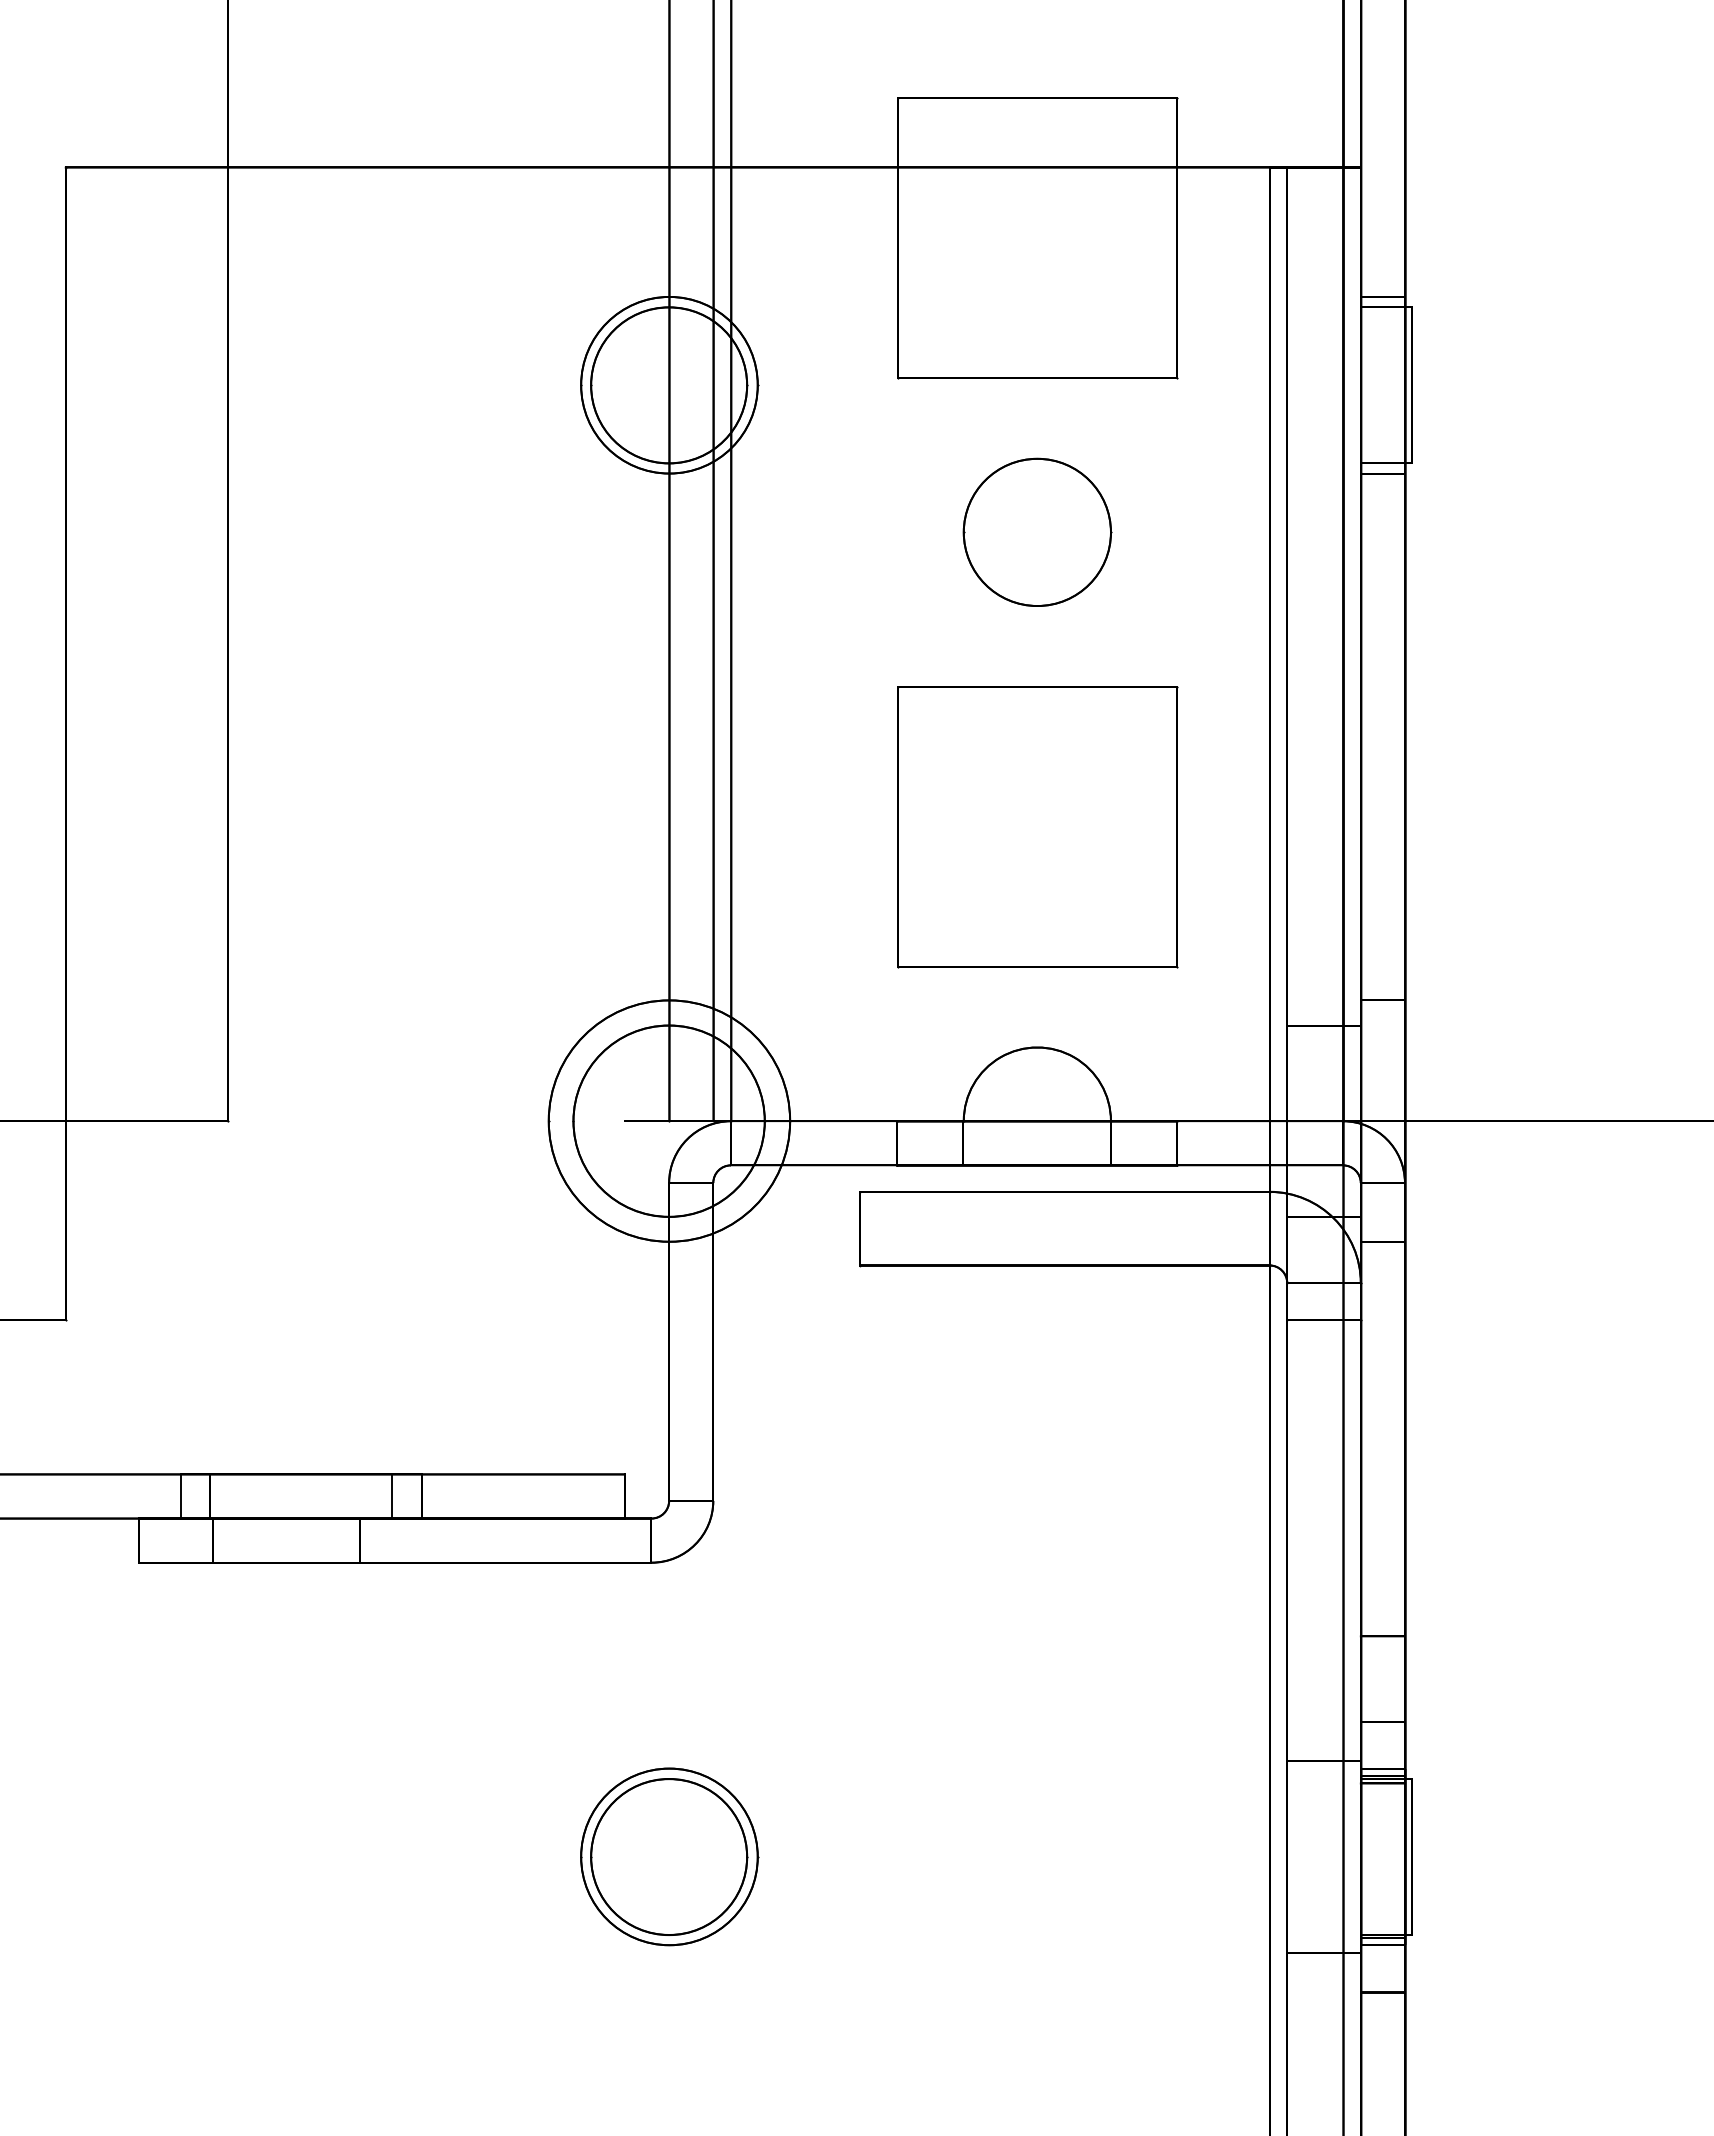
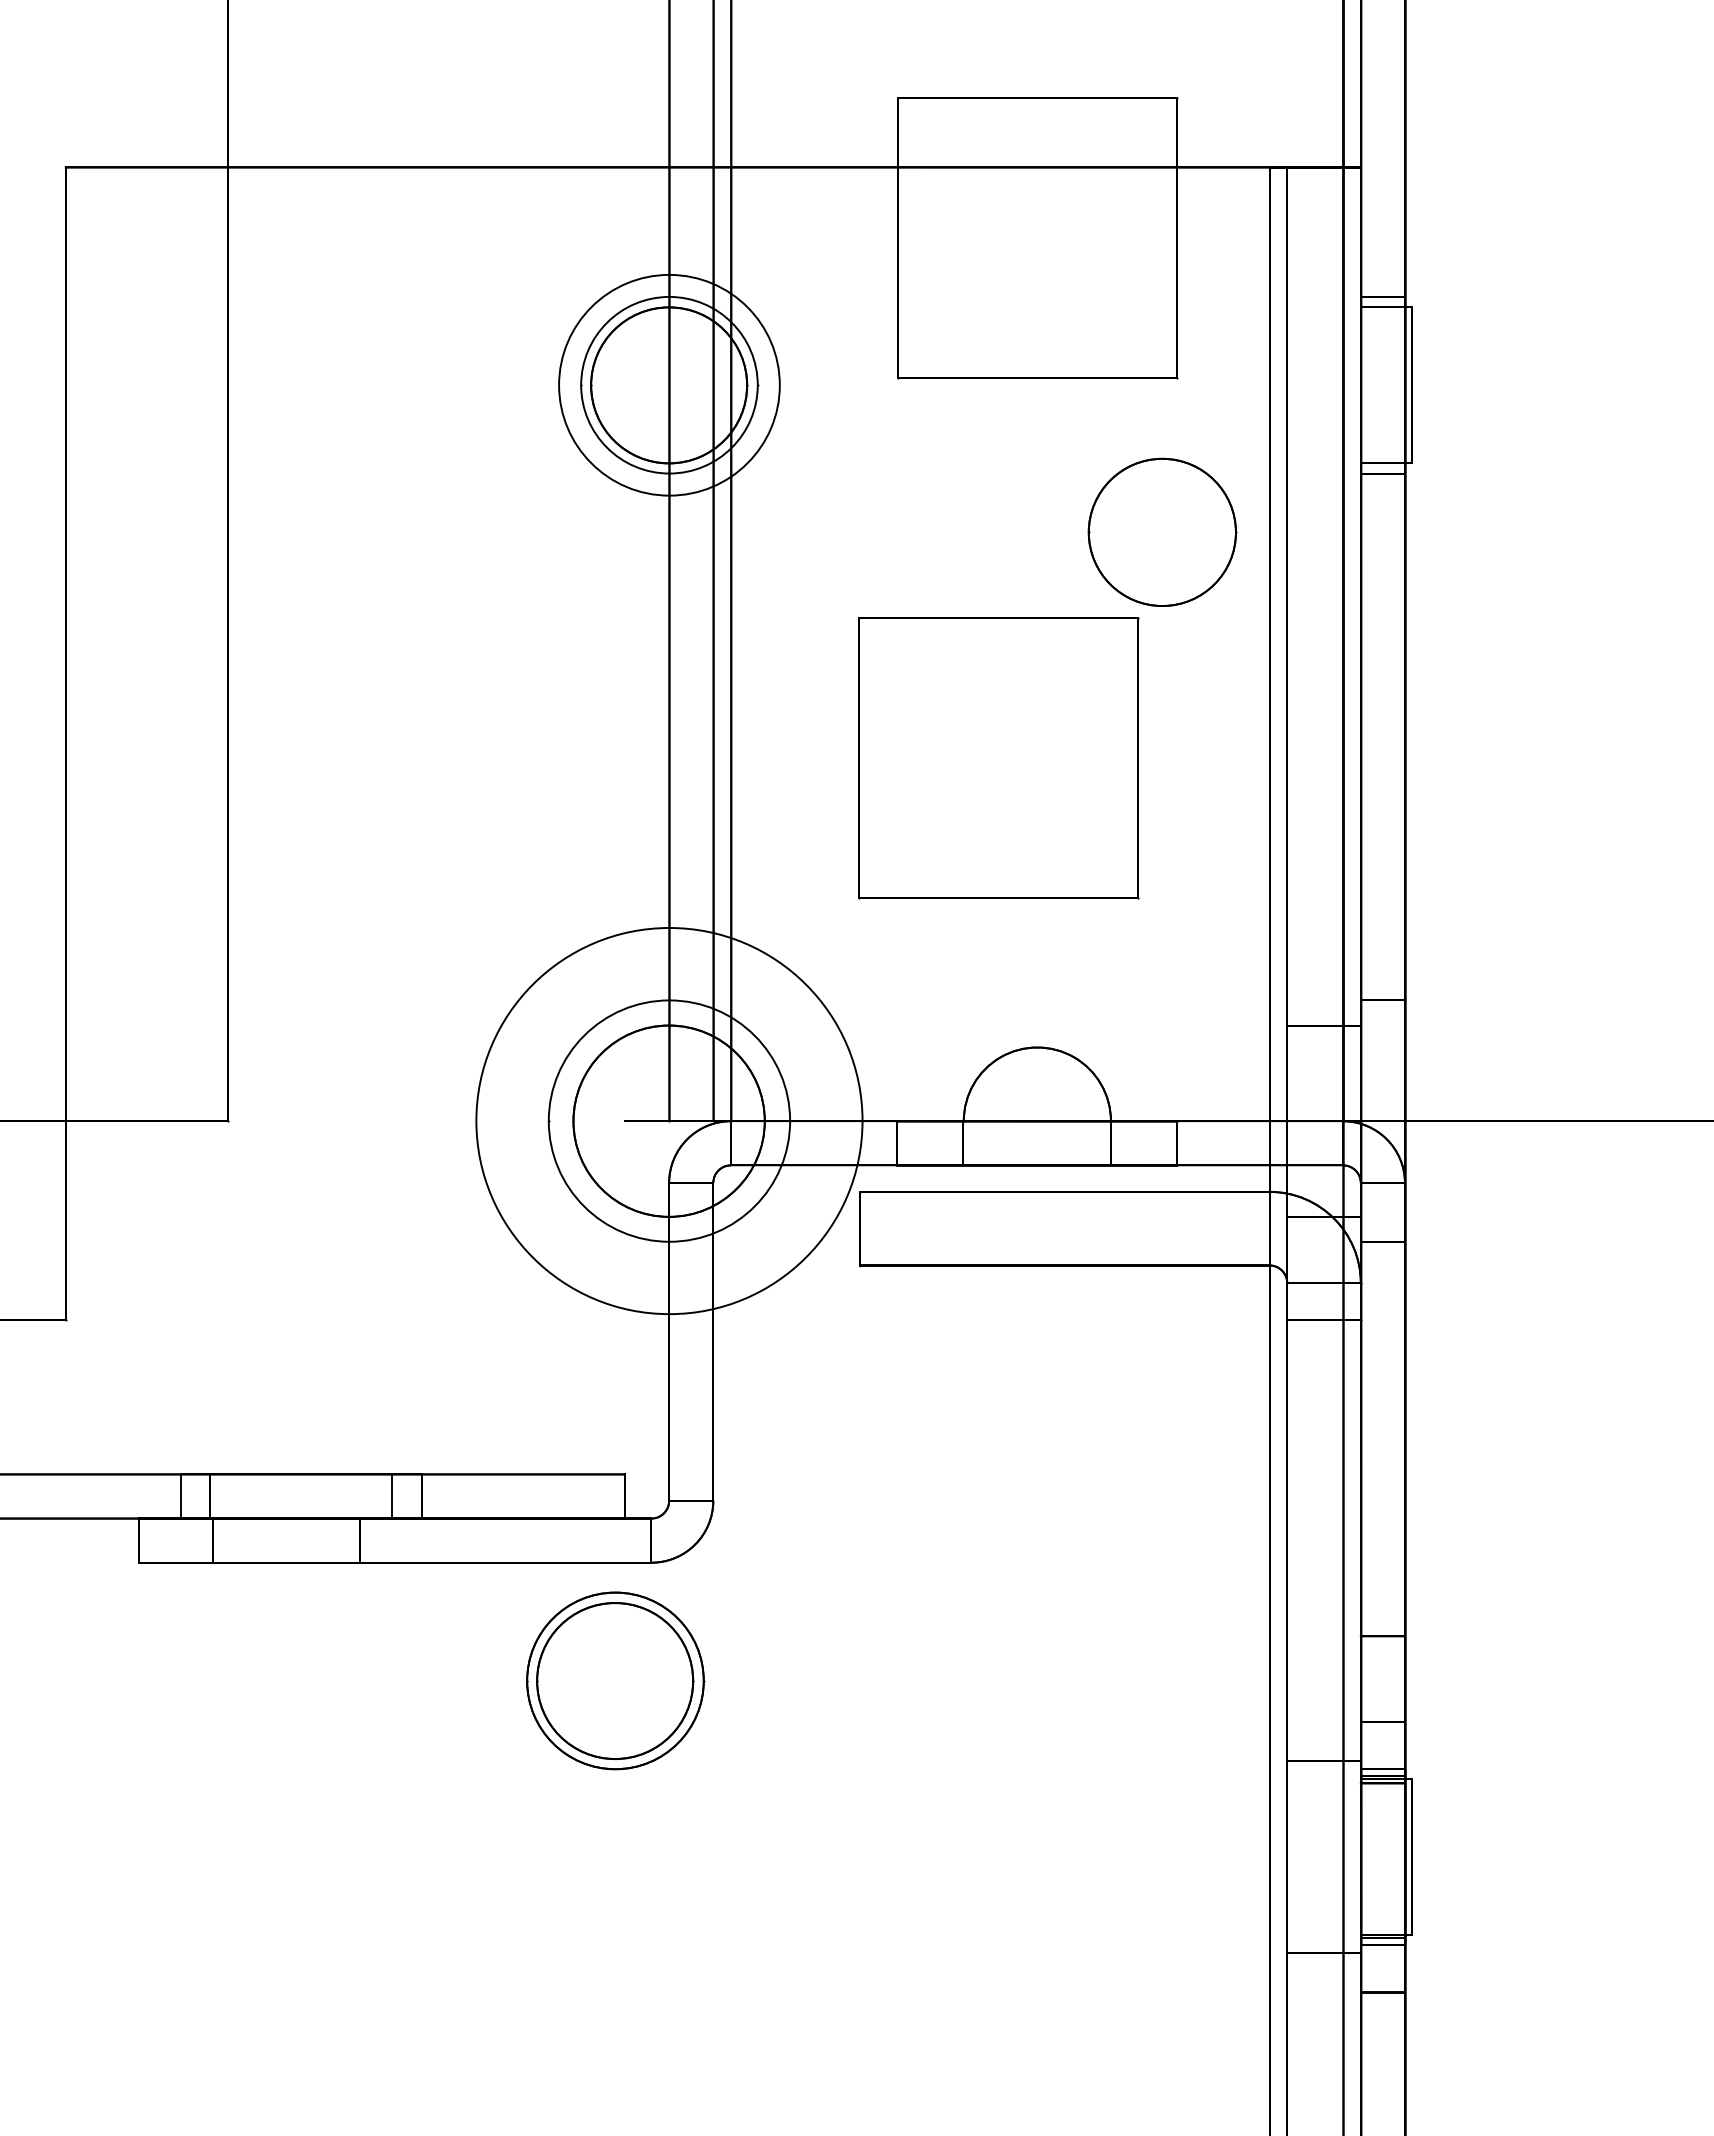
circle at (669, 384) diameter: 177 px -> 221 px
part at (1037, 531) position: (1037, 531) -> (1162, 531)
part at (1037, 827) position: (1037, 827) -> (998, 758)
circle at (669, 1120) diameter: 241 px -> 386 px
part at (669, 1856) position: (669, 1856) -> (615, 1680)
